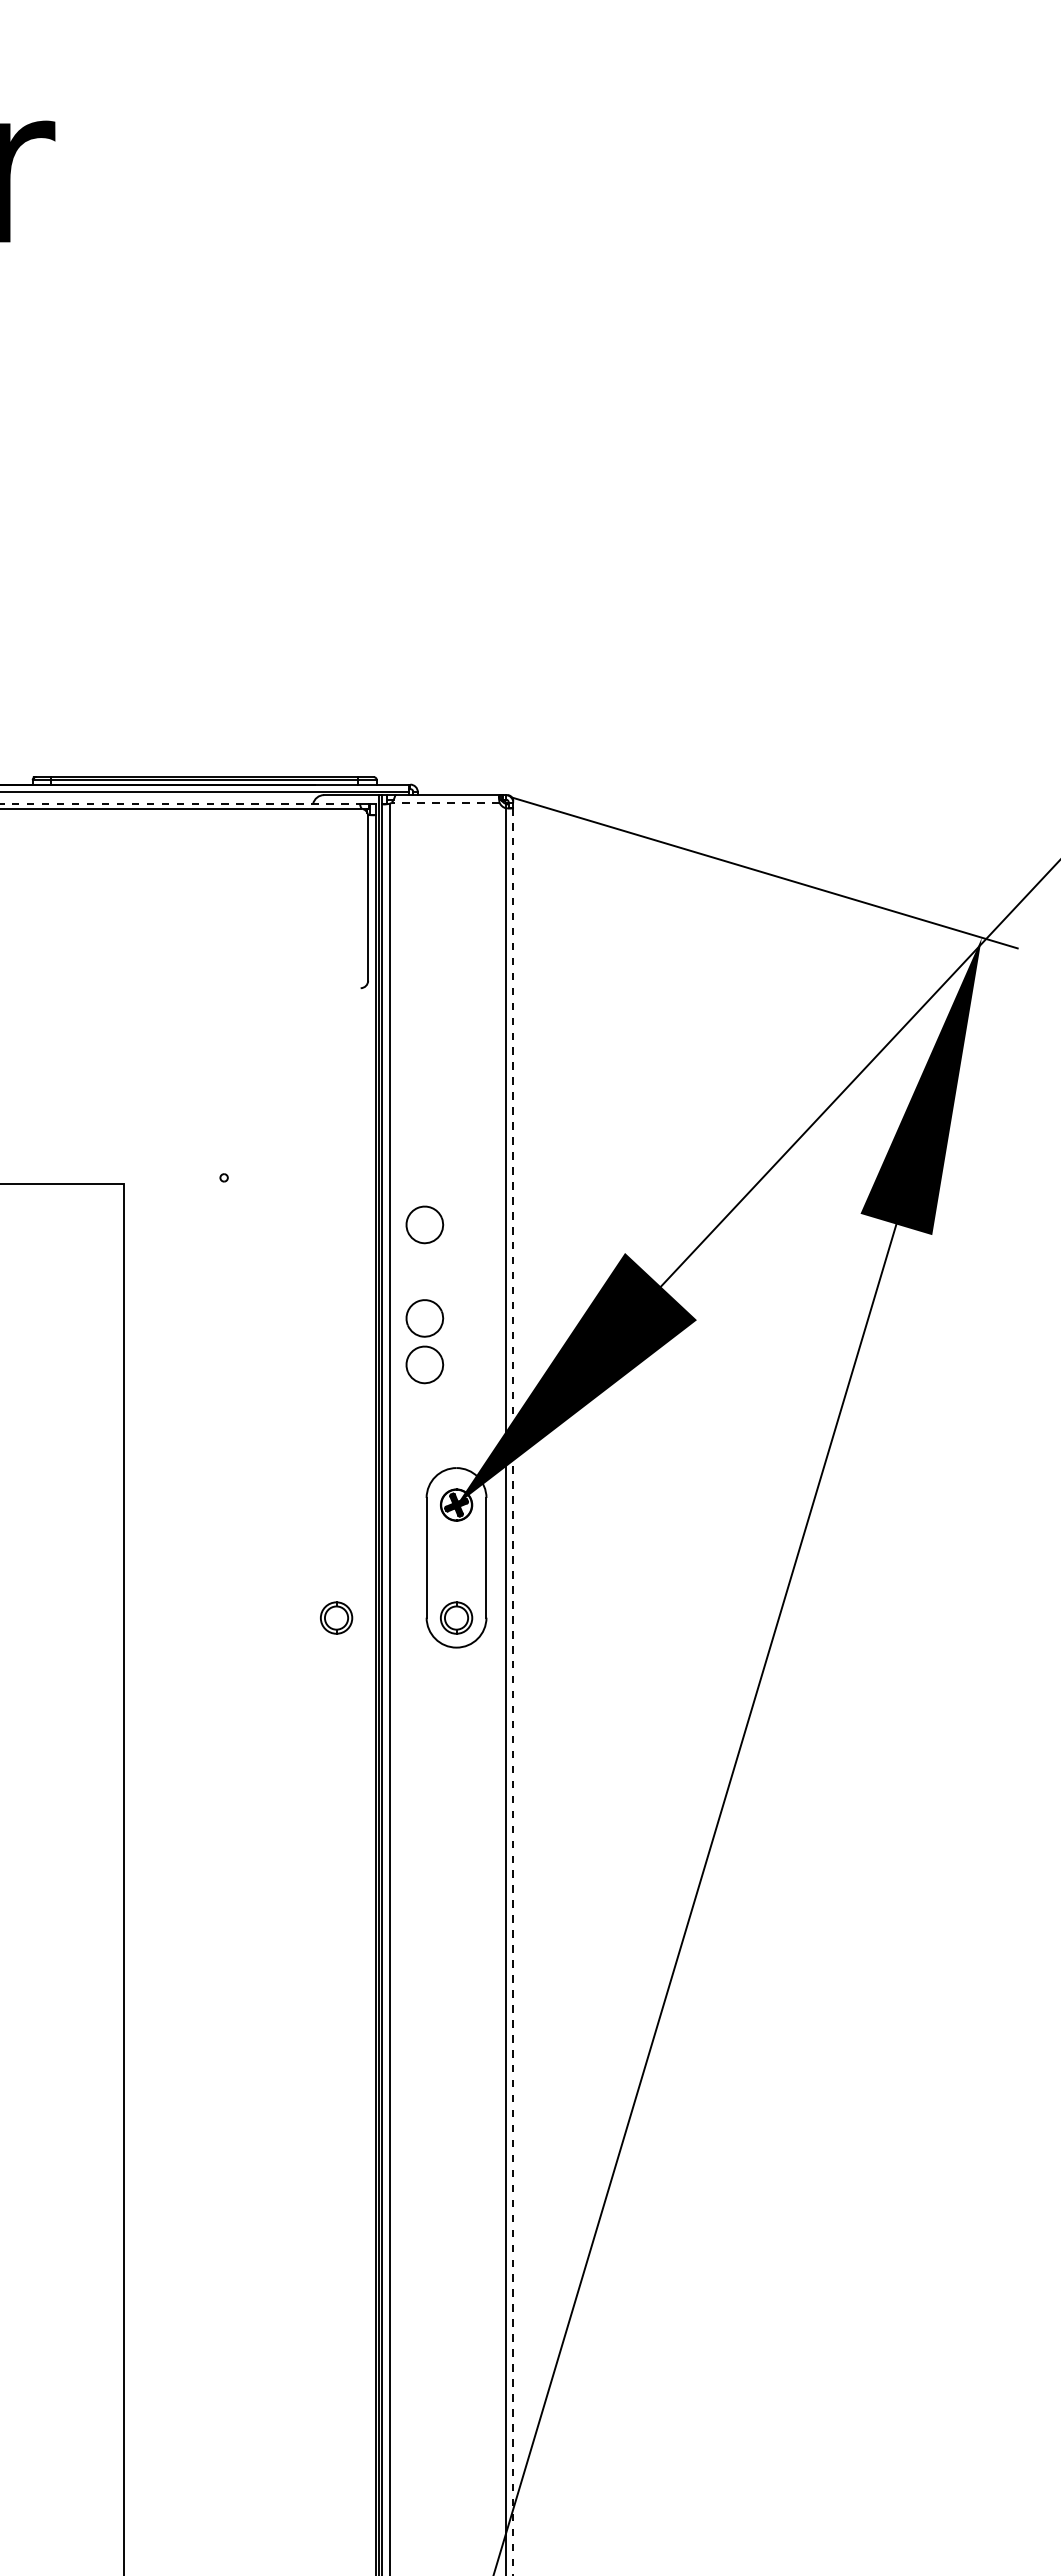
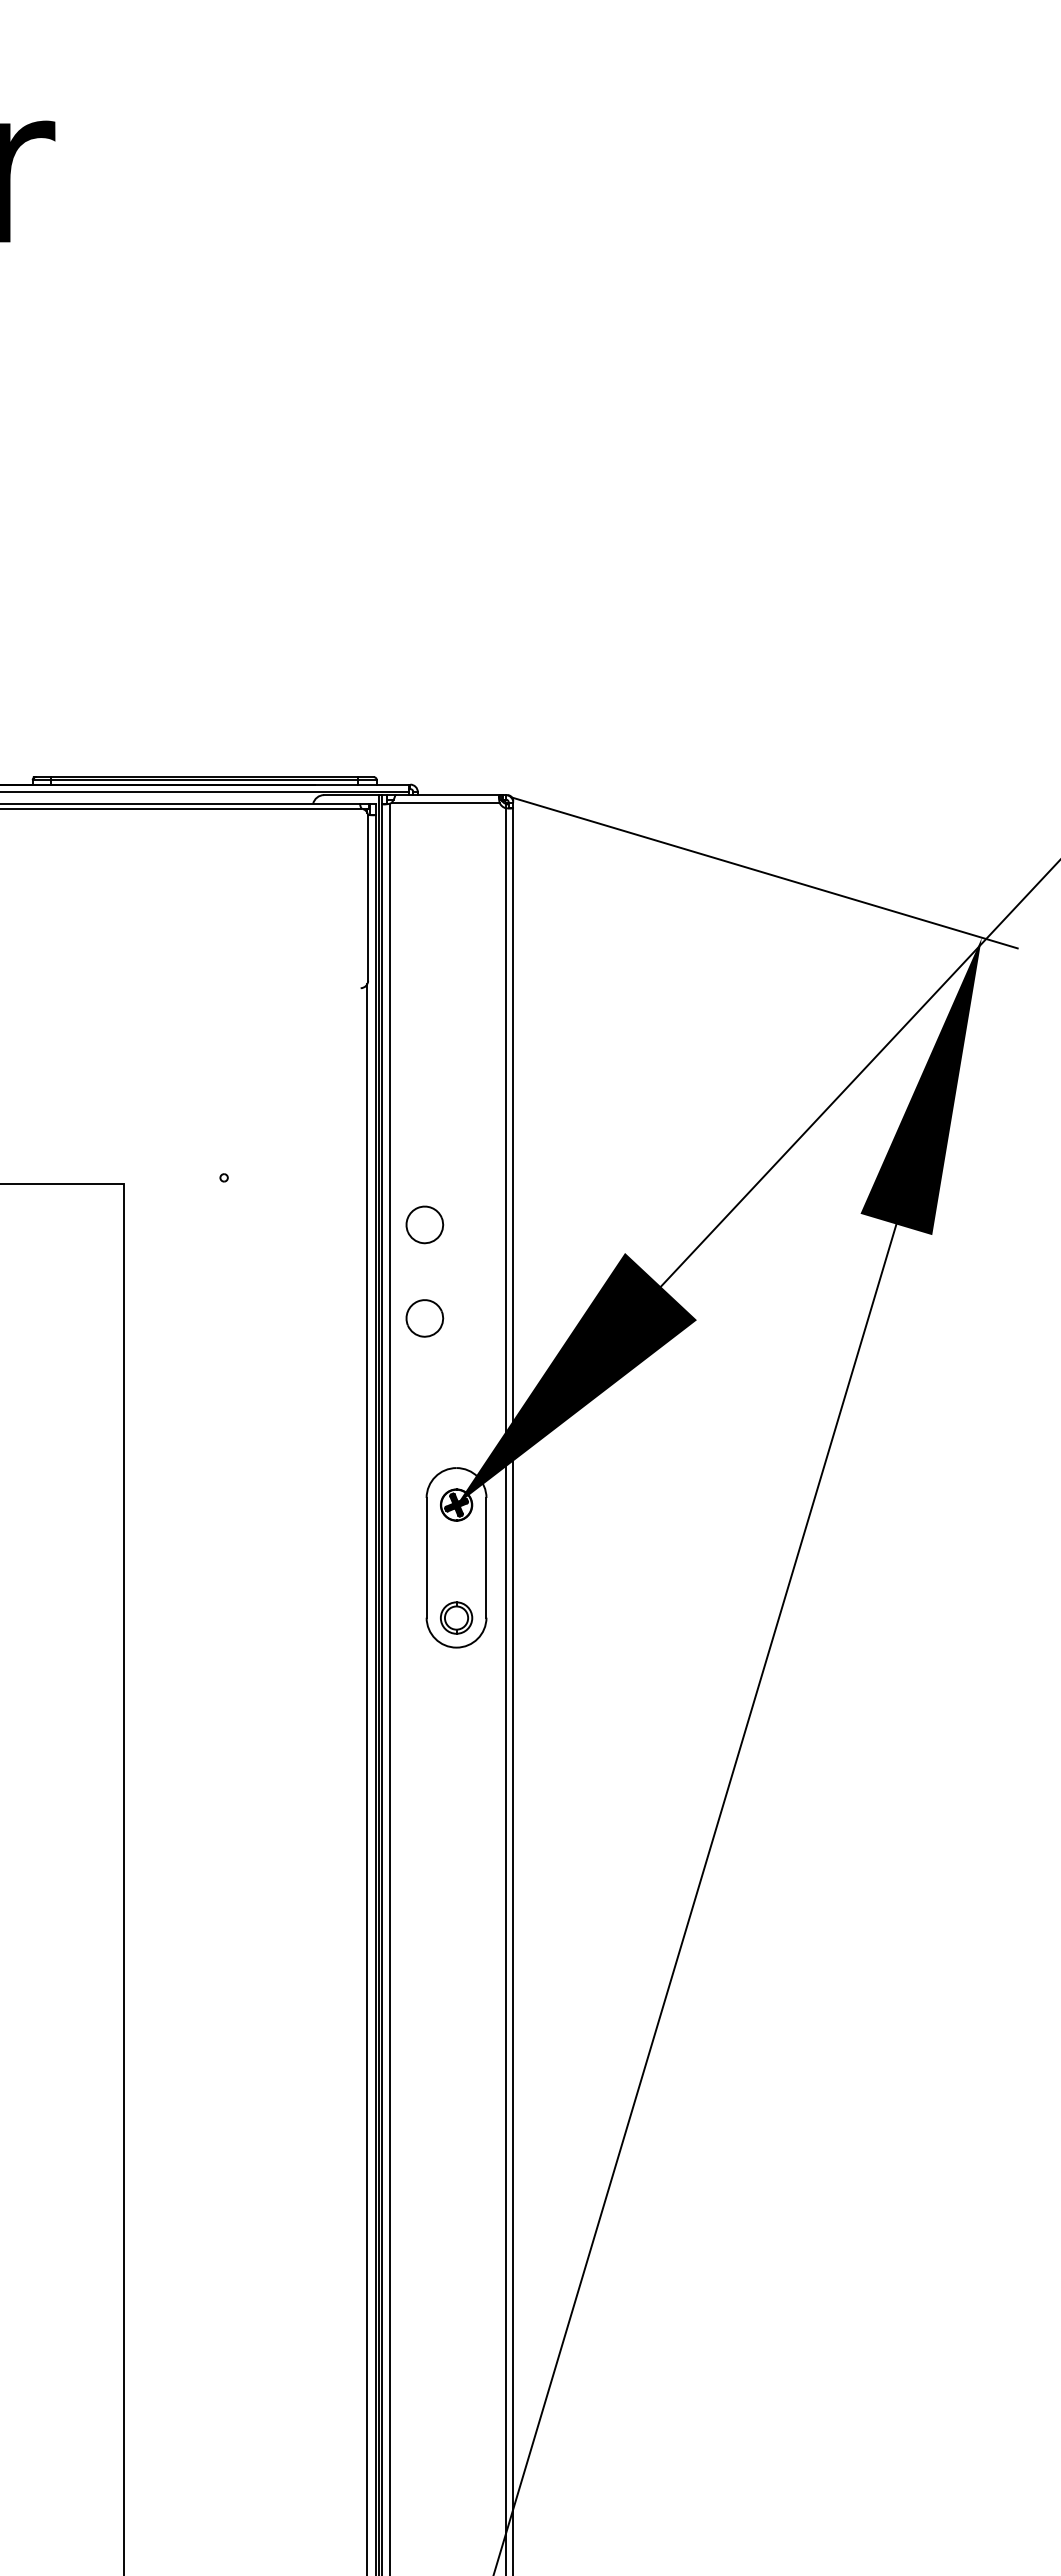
line at (445, 802): dashed -> solid
line at (180, 803): dashed -> solid
part at (424, 1364): present -> none
part at (336, 1617): present -> none
line at (513, 1690): dashed -> solid
line at (367, 1778): none -> present
